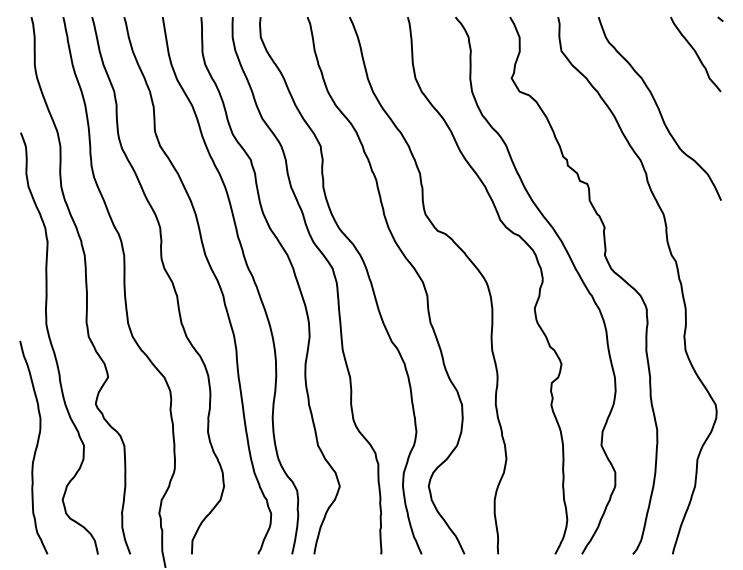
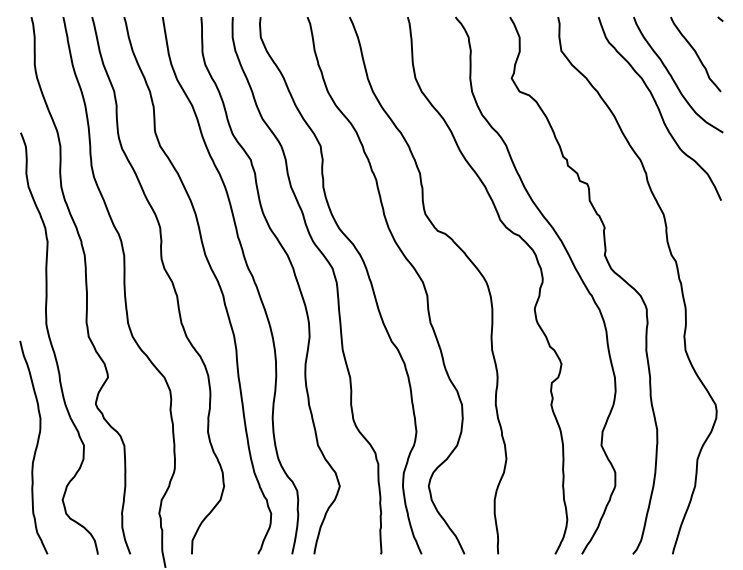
curve at (672, 76): none -> present
